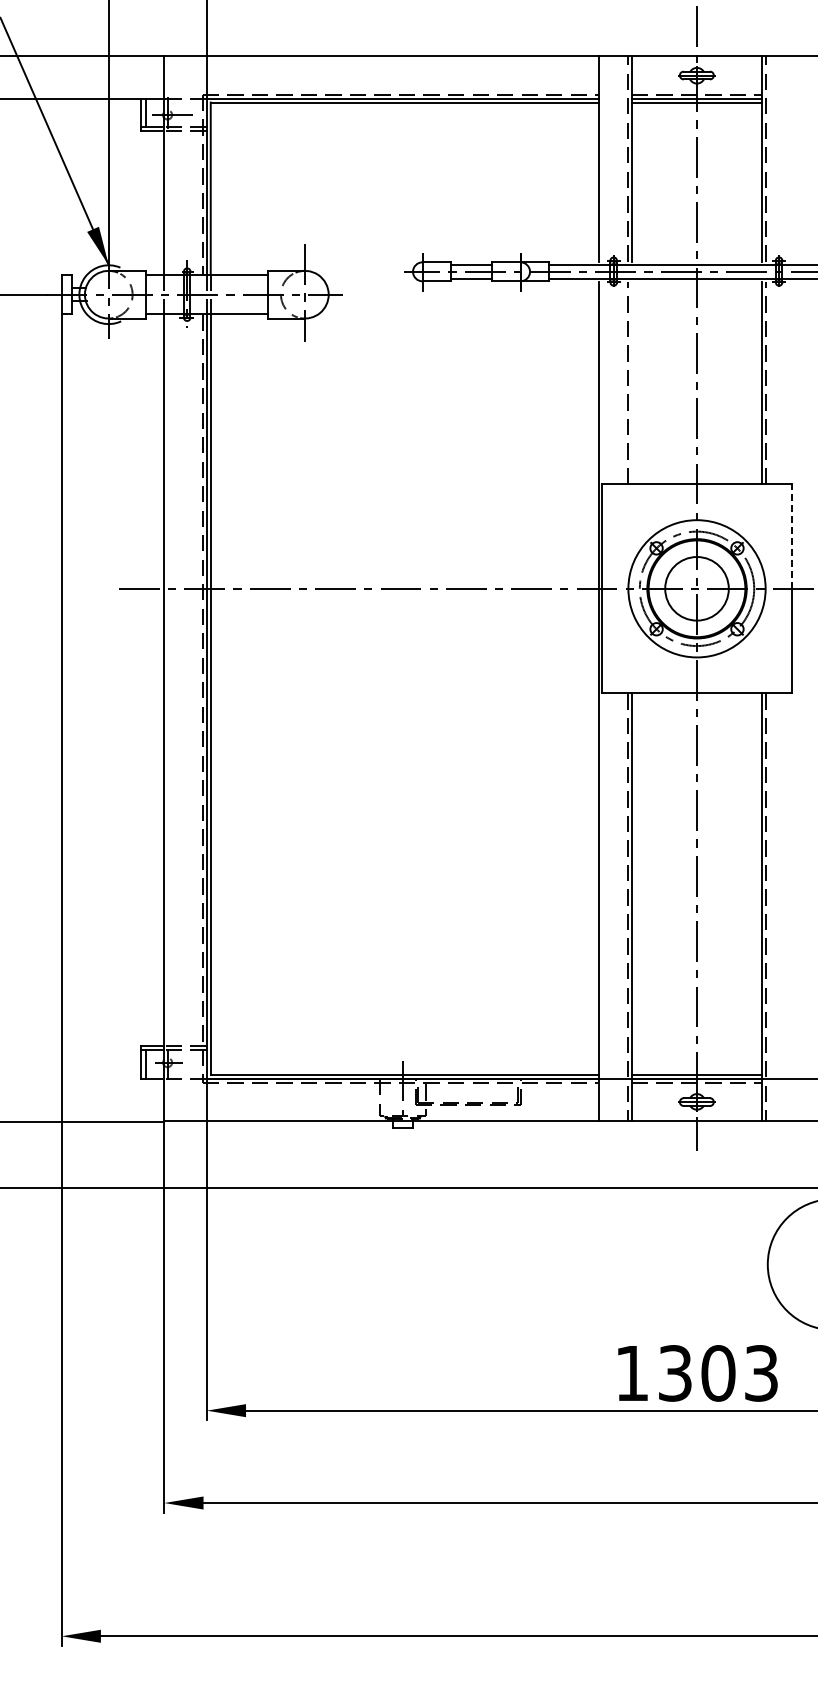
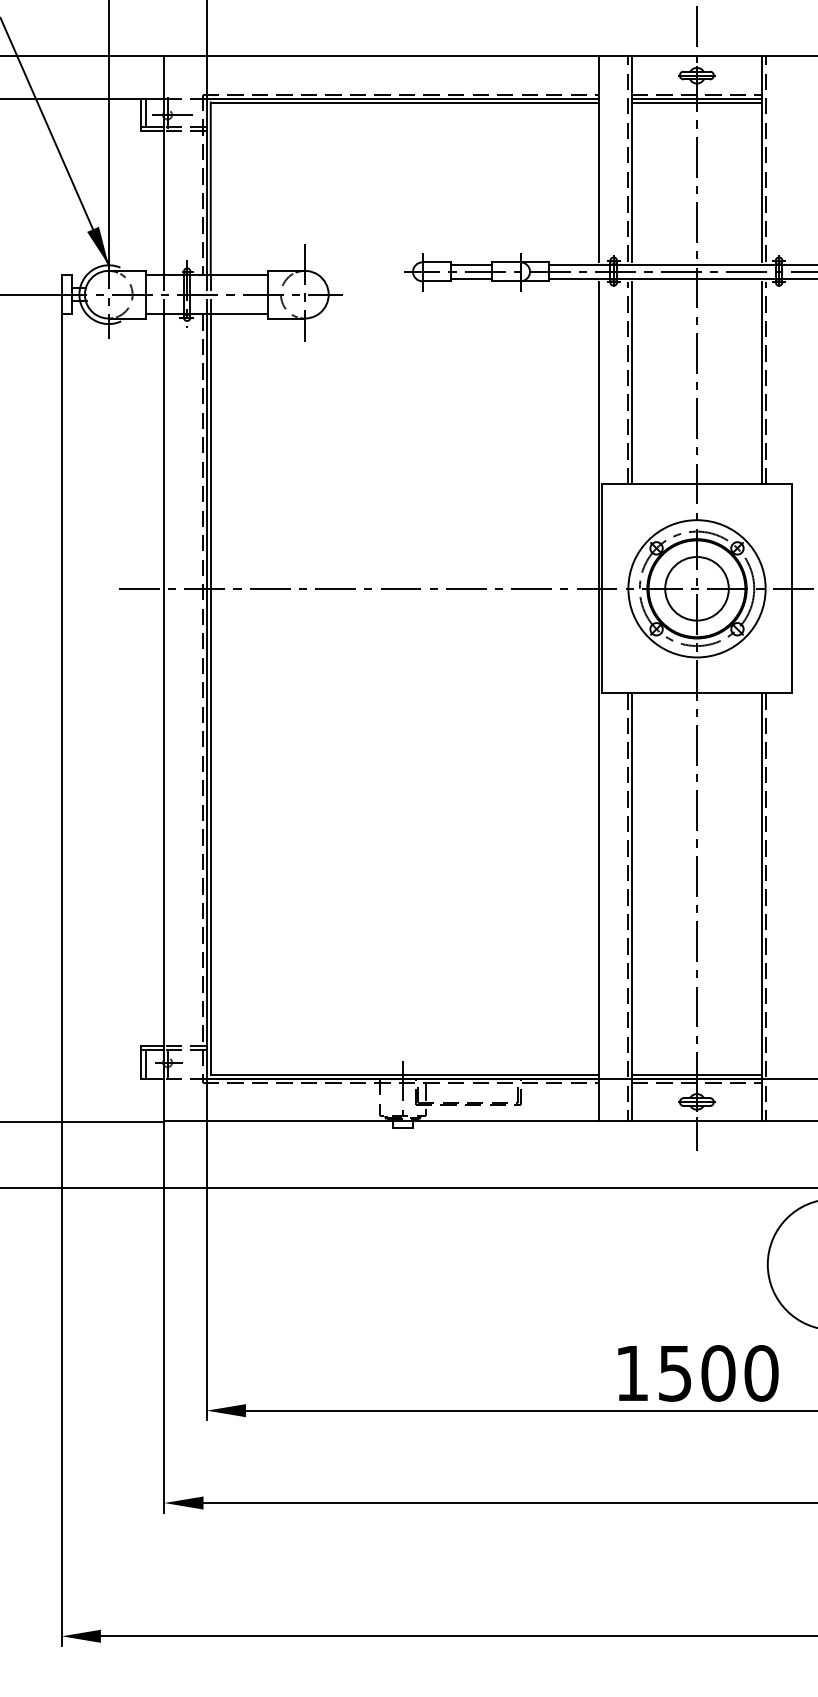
line at (631, 382): none -> present
line at (791, 536): dashed -> solid
text at (718, 1373): 1303 -> 1500
